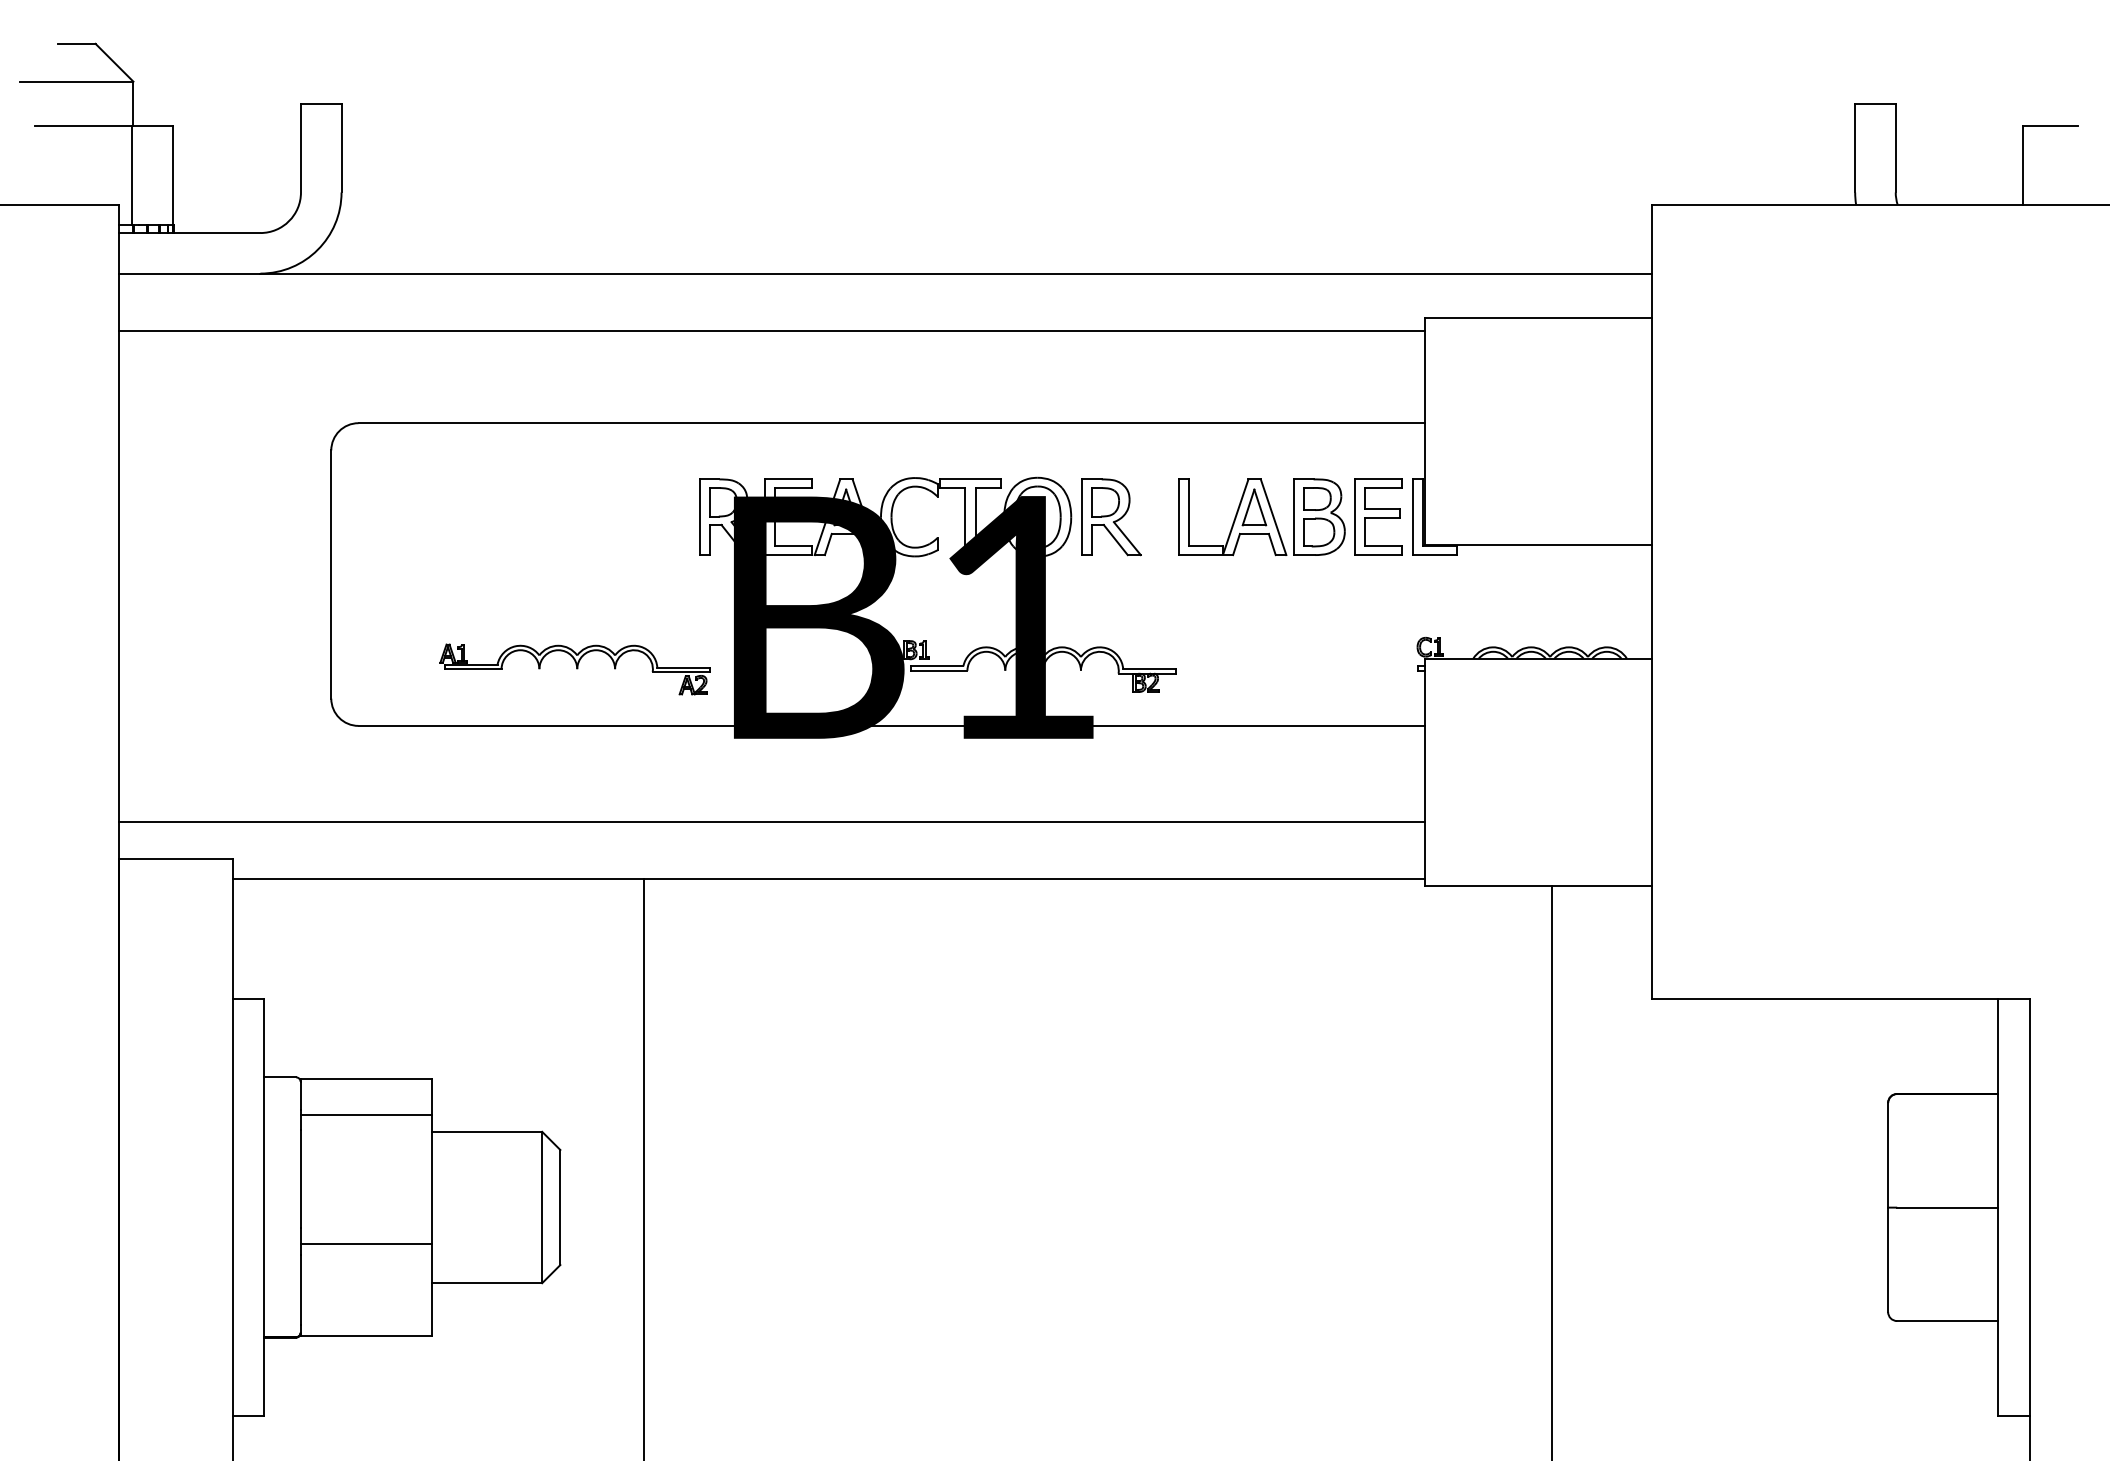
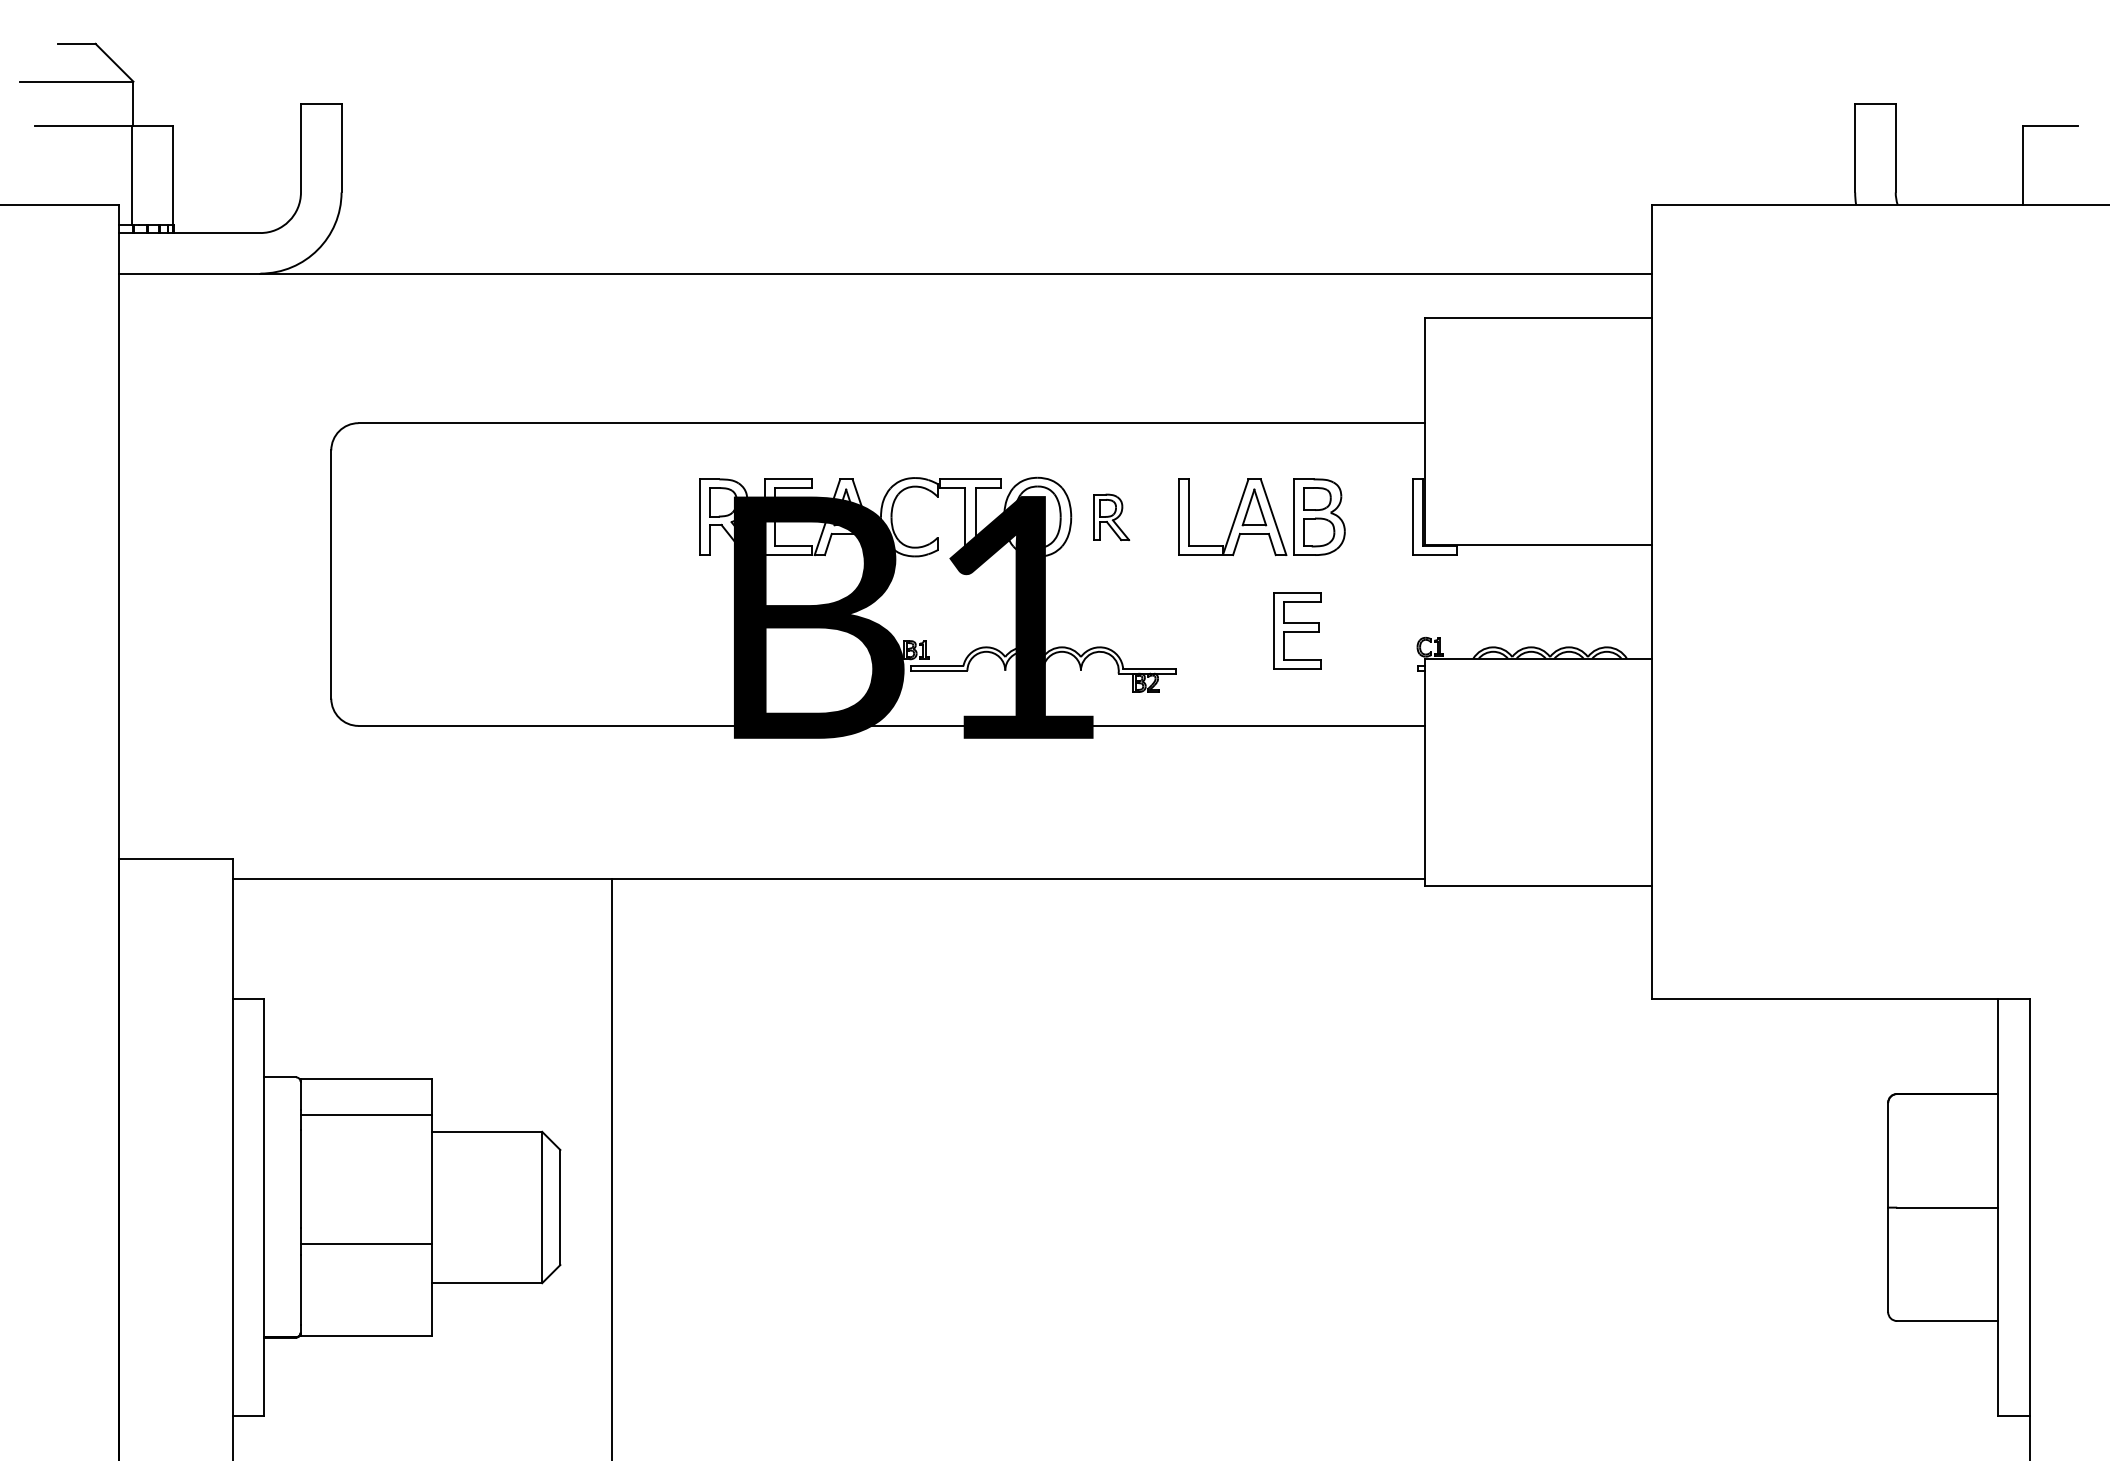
line at (771, 331): present -> none
part at (1378, 516) position: (1378, 516) -> (1297, 630)
part at (1111, 517) size: 61x79 px -> 38x49 px
part at (574, 669): present -> none
line at (771, 821): present -> none
line at (644, 1168) position: (644, 1168) -> (612, 1168)
line at (1552, 1171): present -> none
